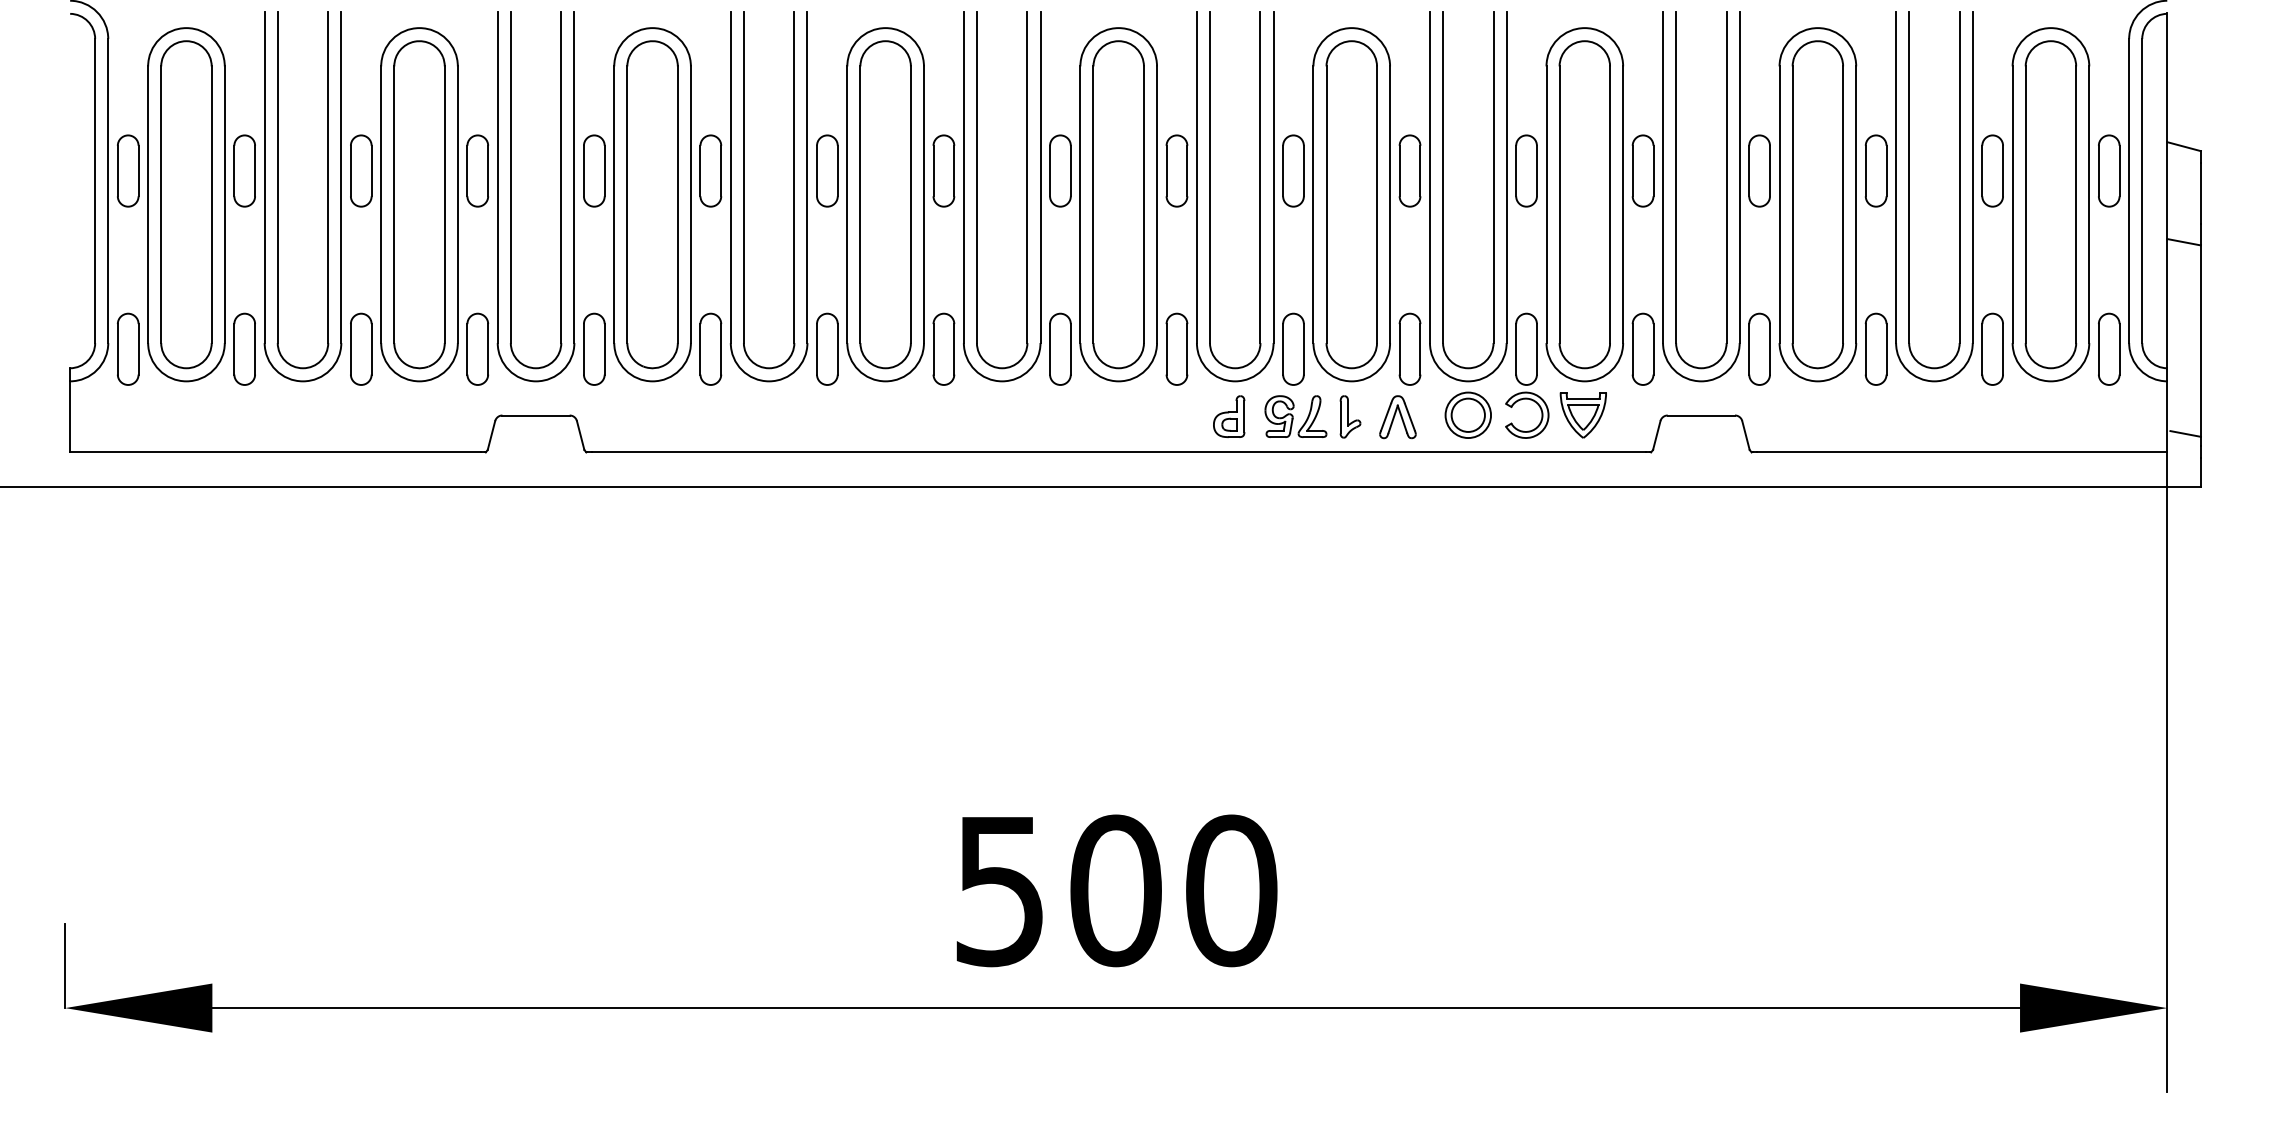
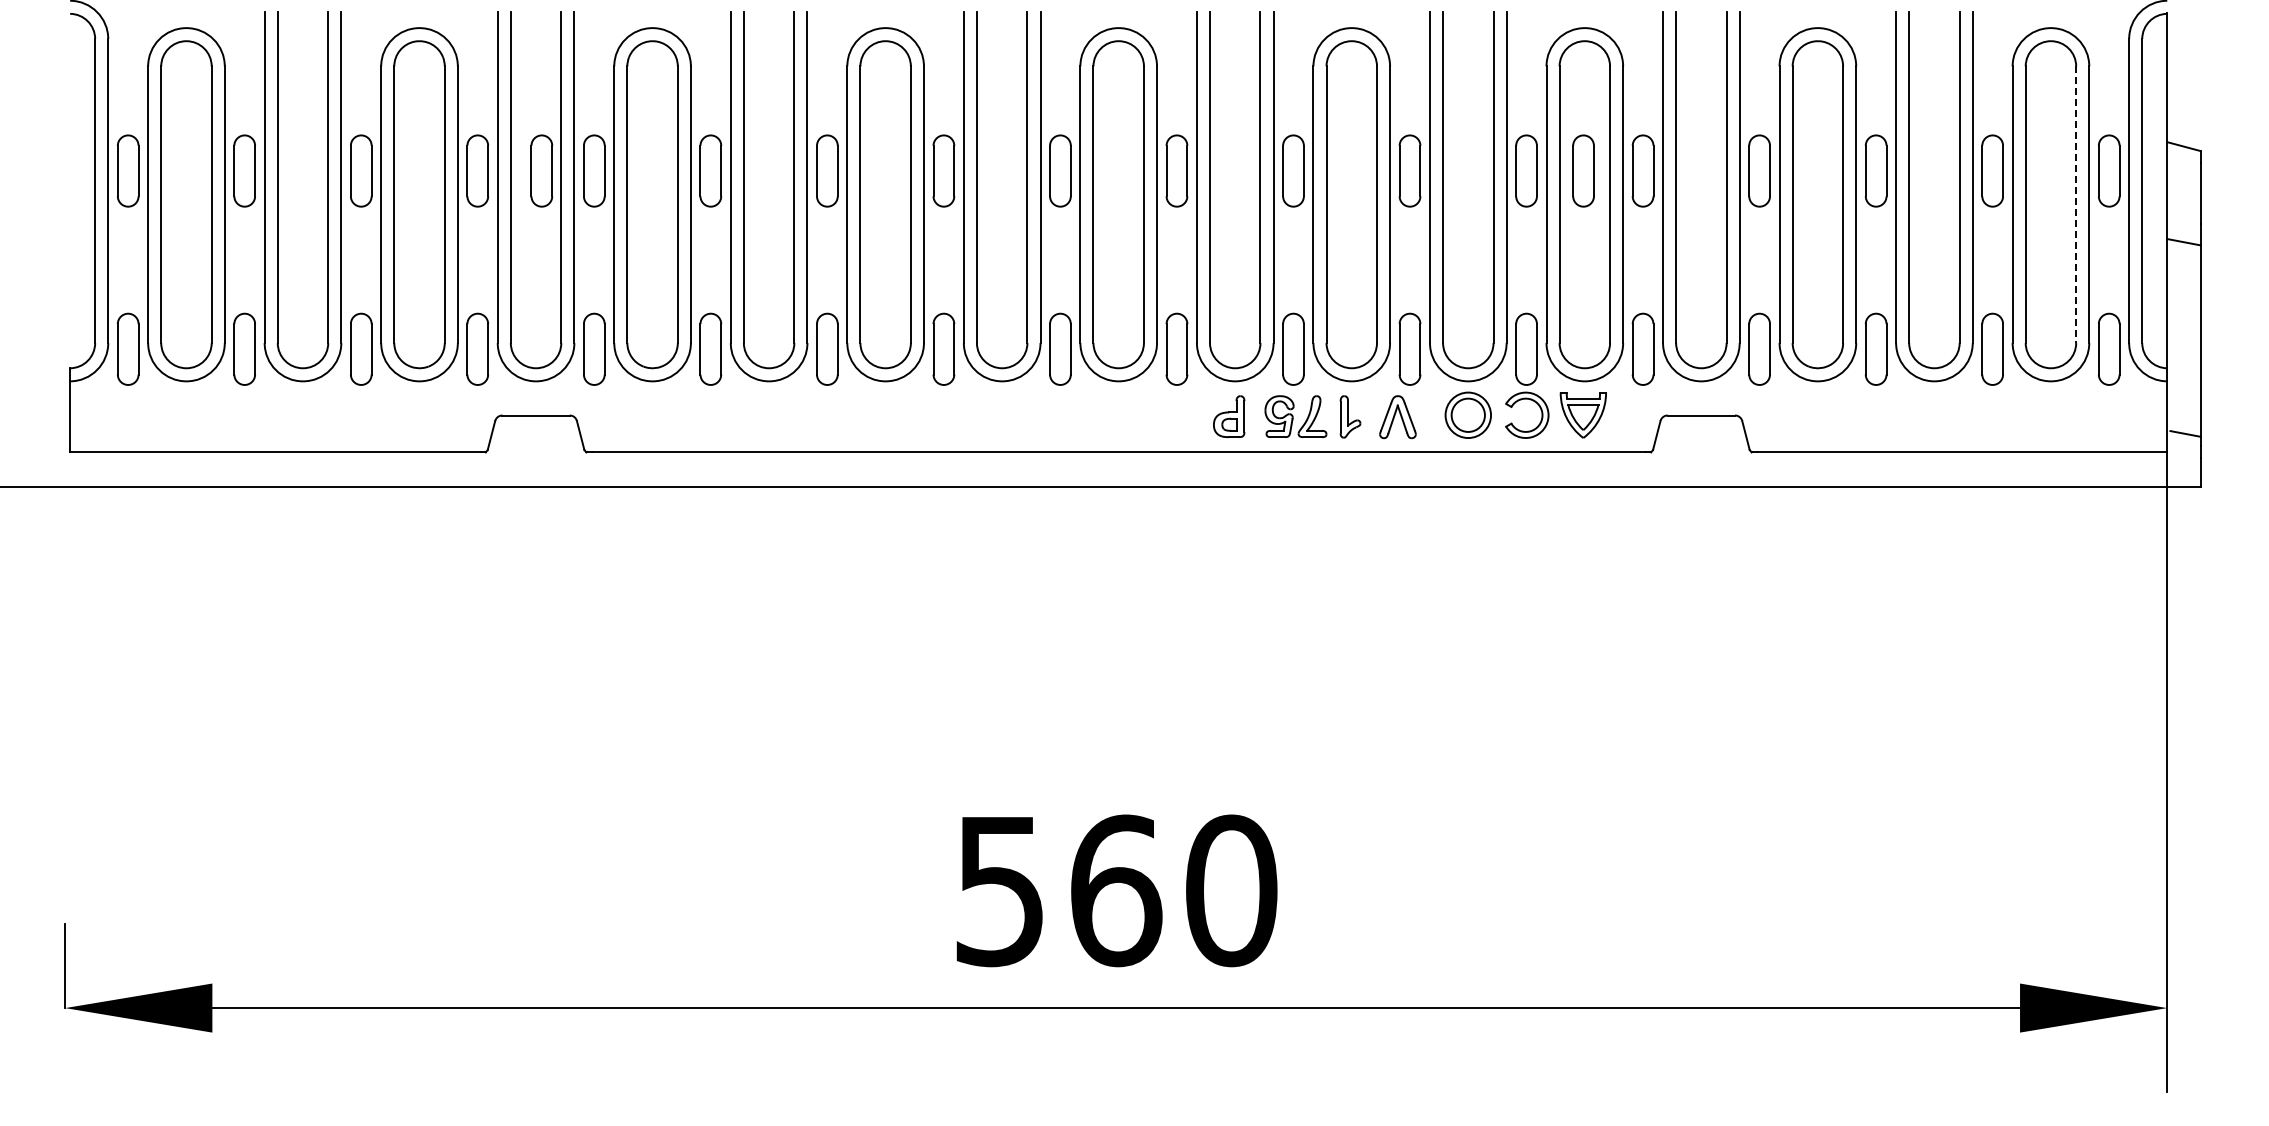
part at (541, 170): none -> present
part at (1583, 170): none -> present
line at (2076, 205): solid -> dashed
text at (1116, 890): 500 -> 560
